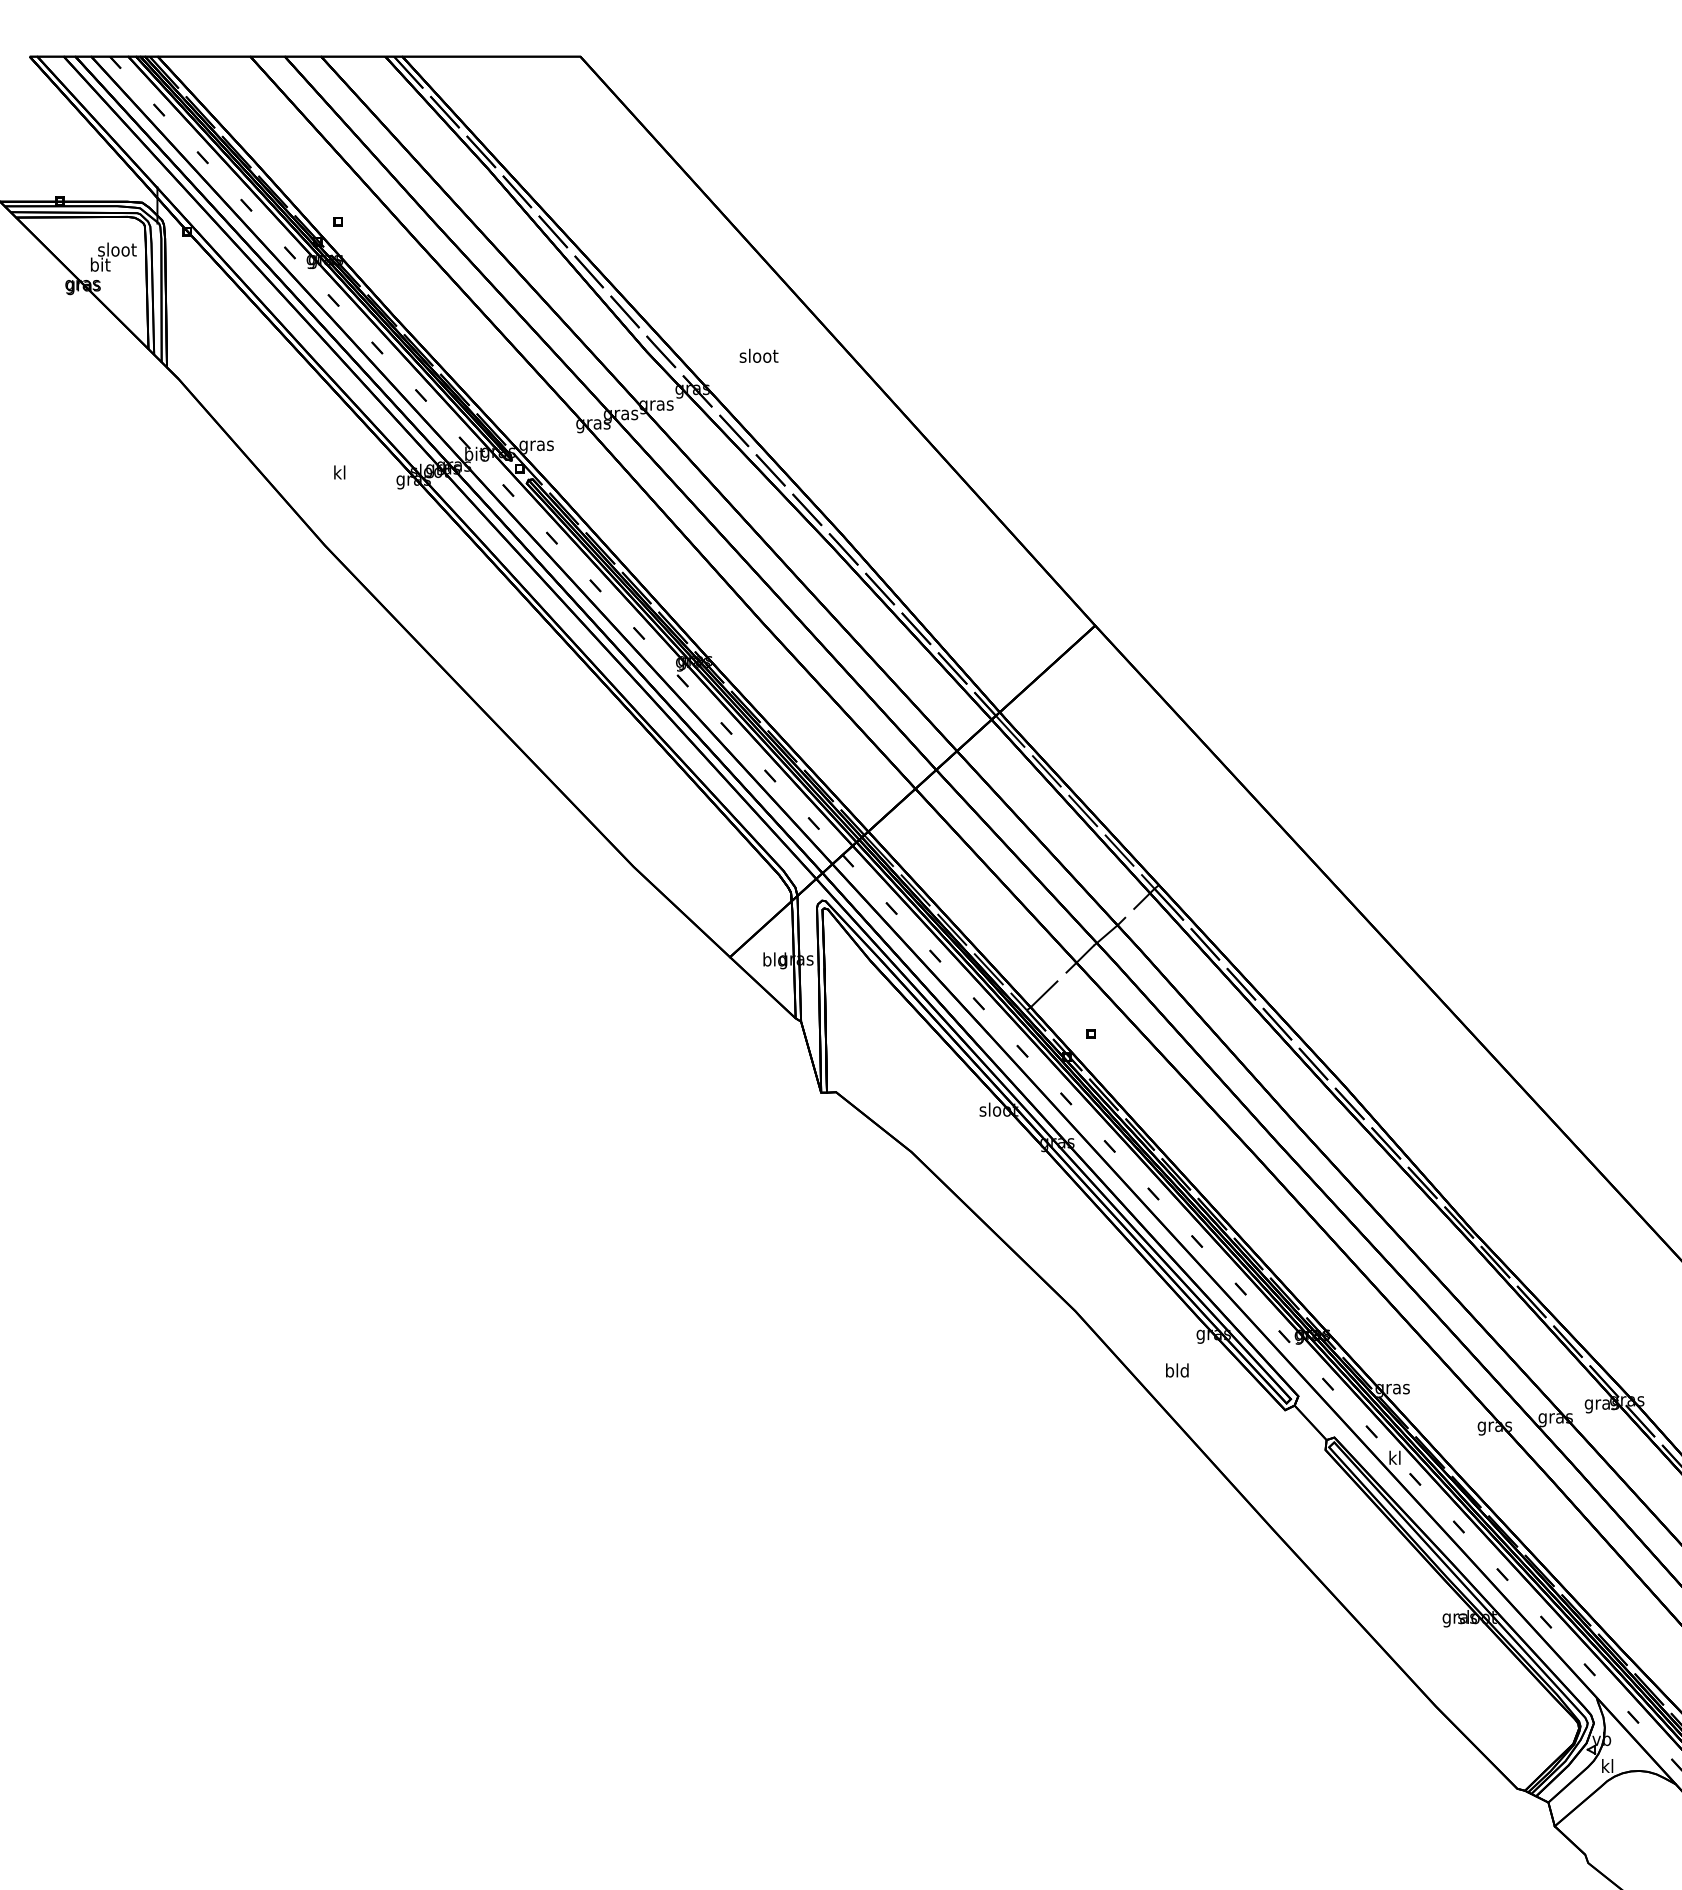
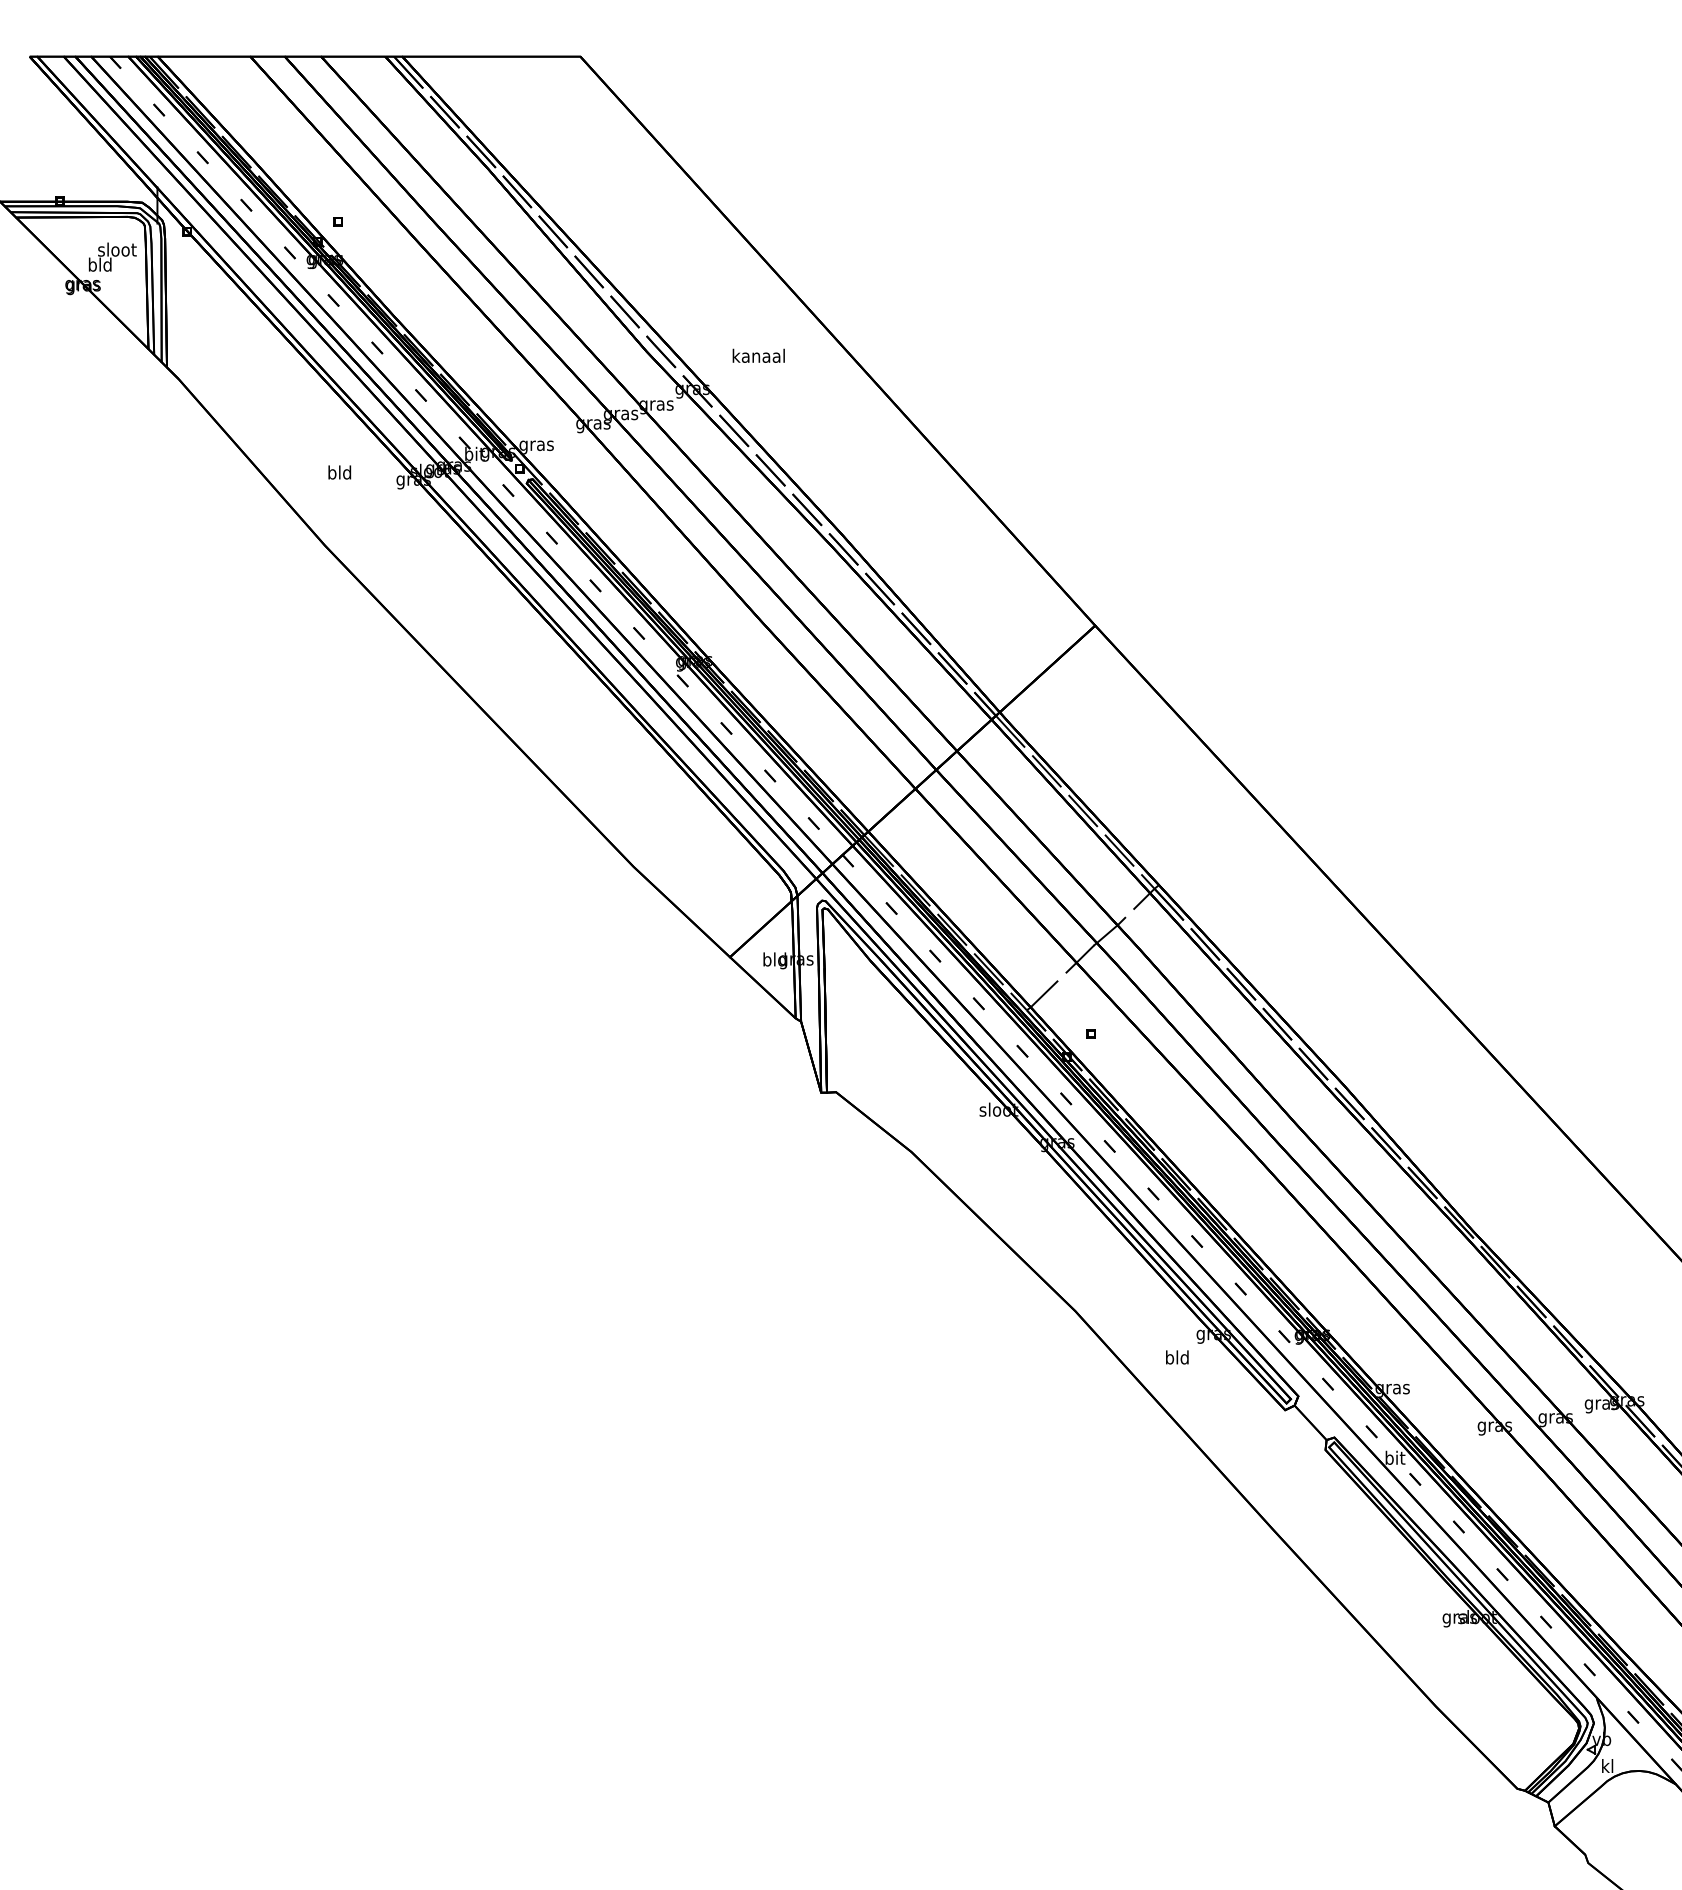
text at (99, 264): bit -> bld
text at (758, 355): sloot -> kanaal
text at (339, 472): kl -> bld
text at (1177, 1370) position: (1177, 1370) -> (1177, 1357)
text at (1395, 1457): kl -> bit
